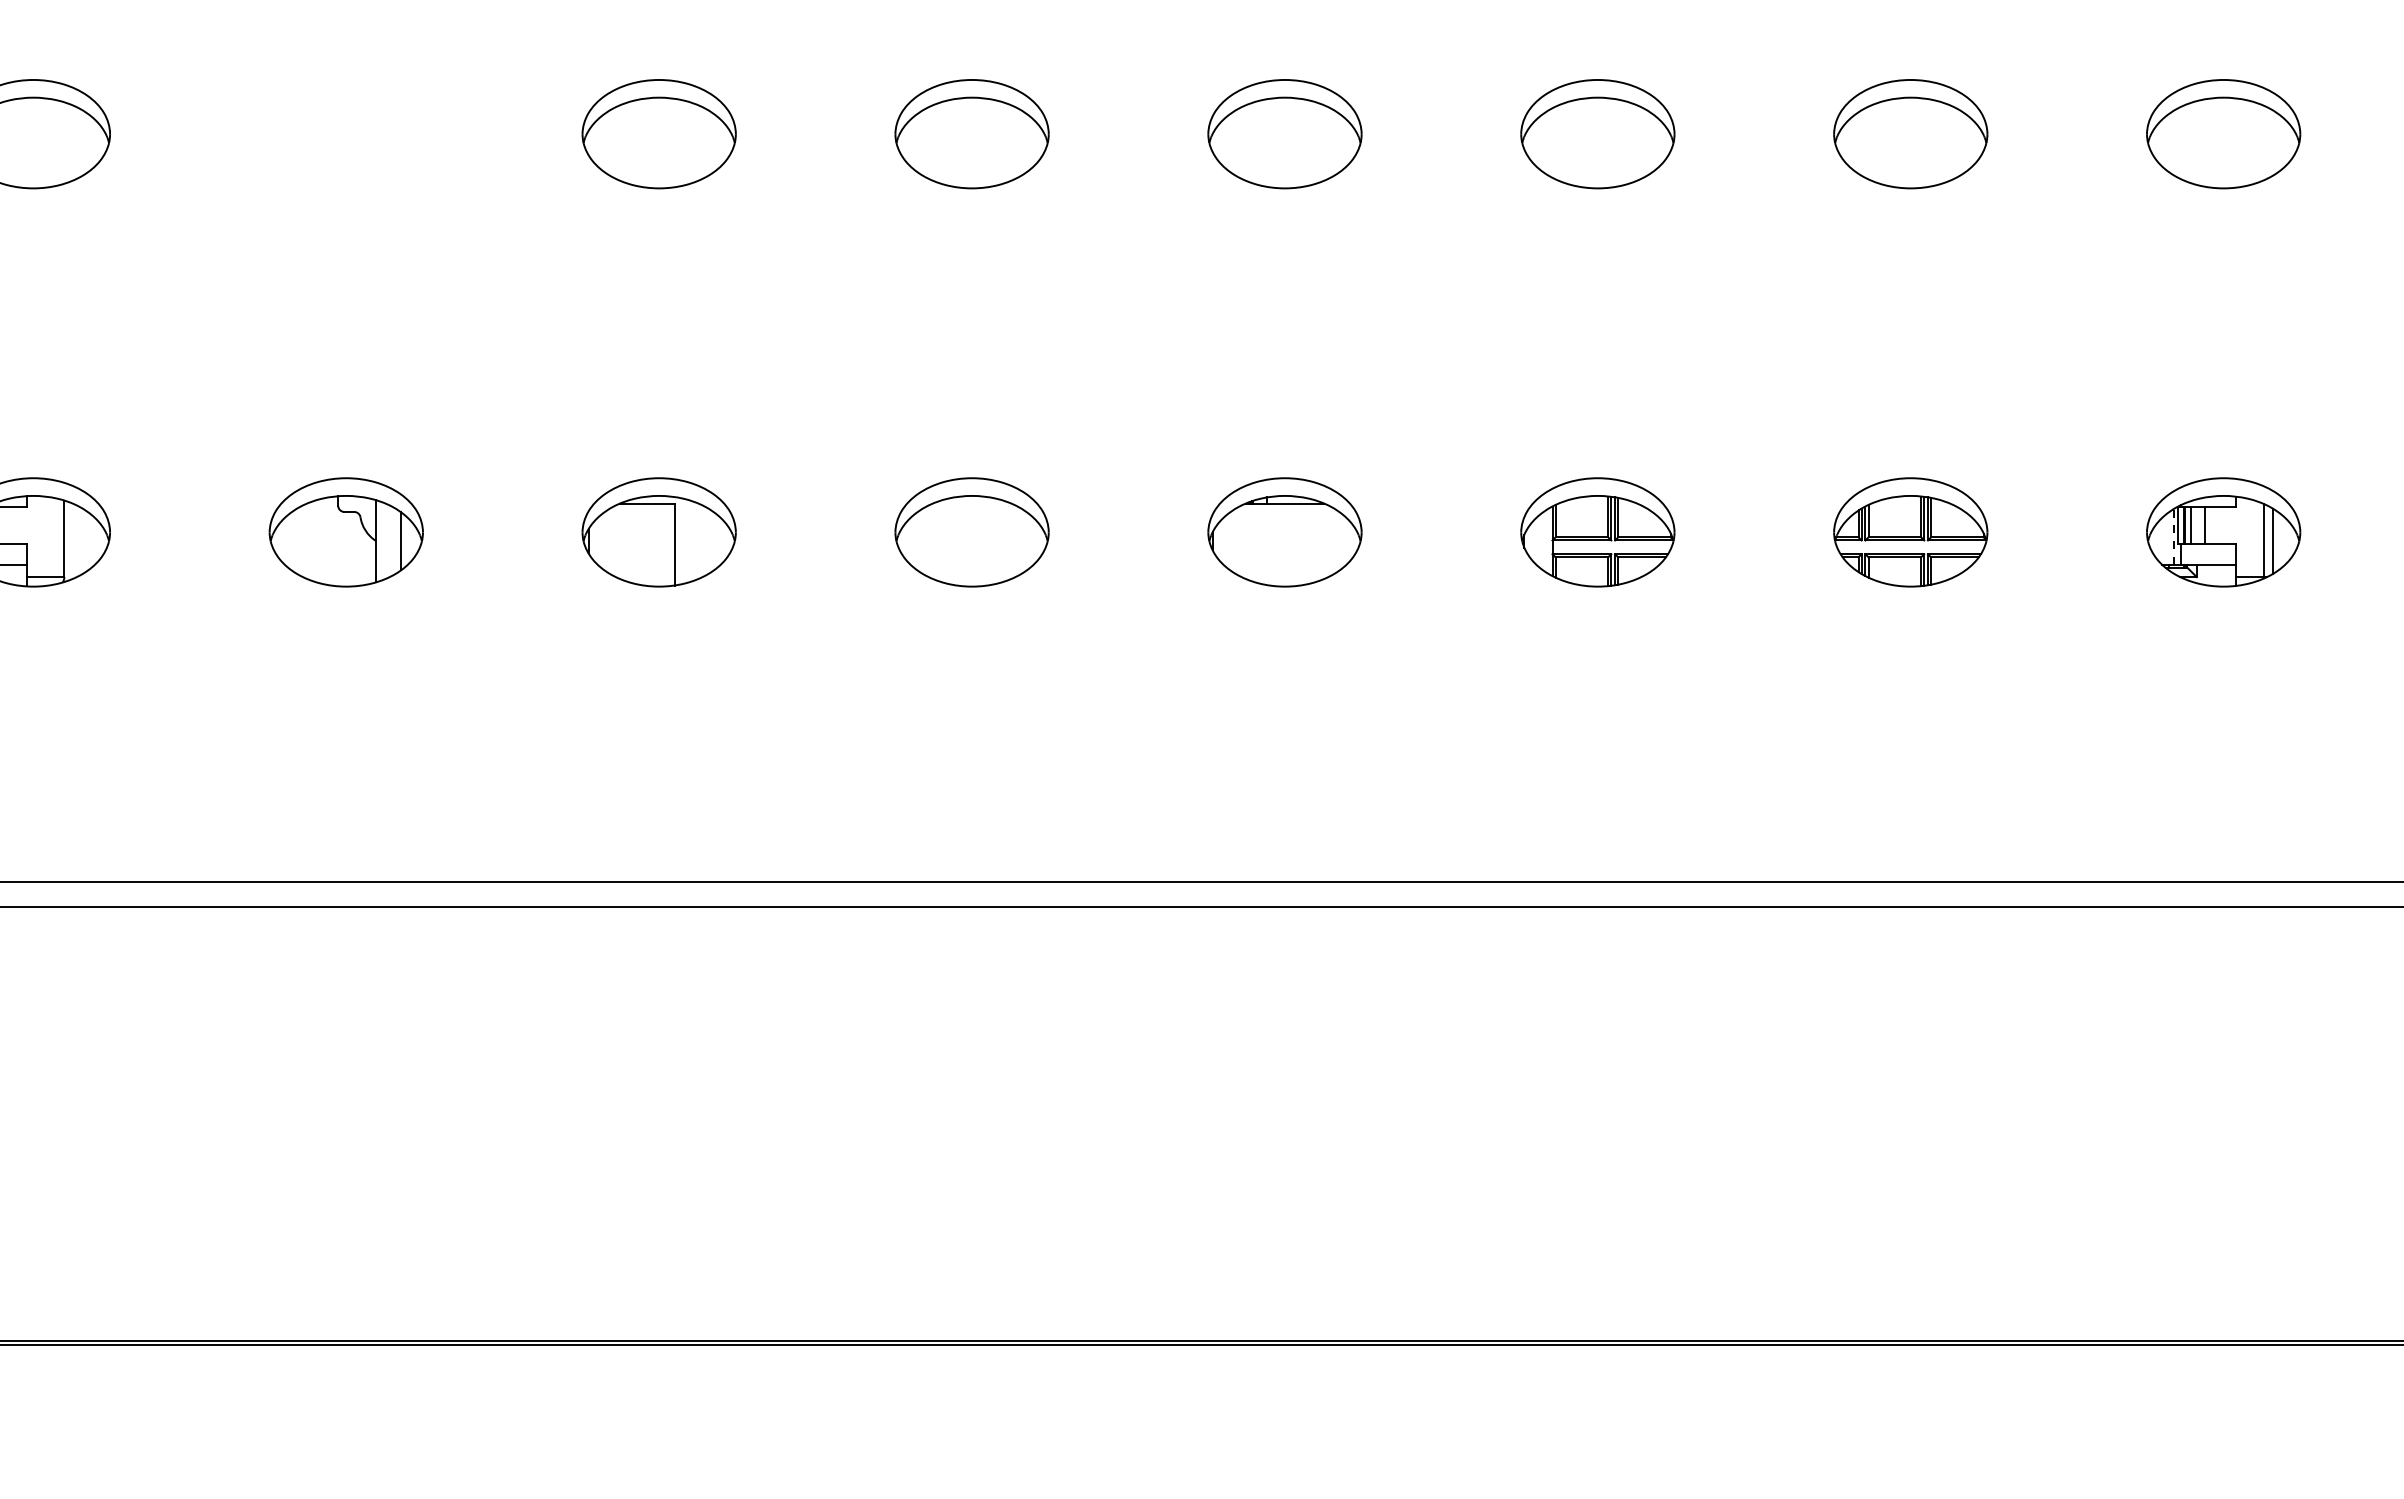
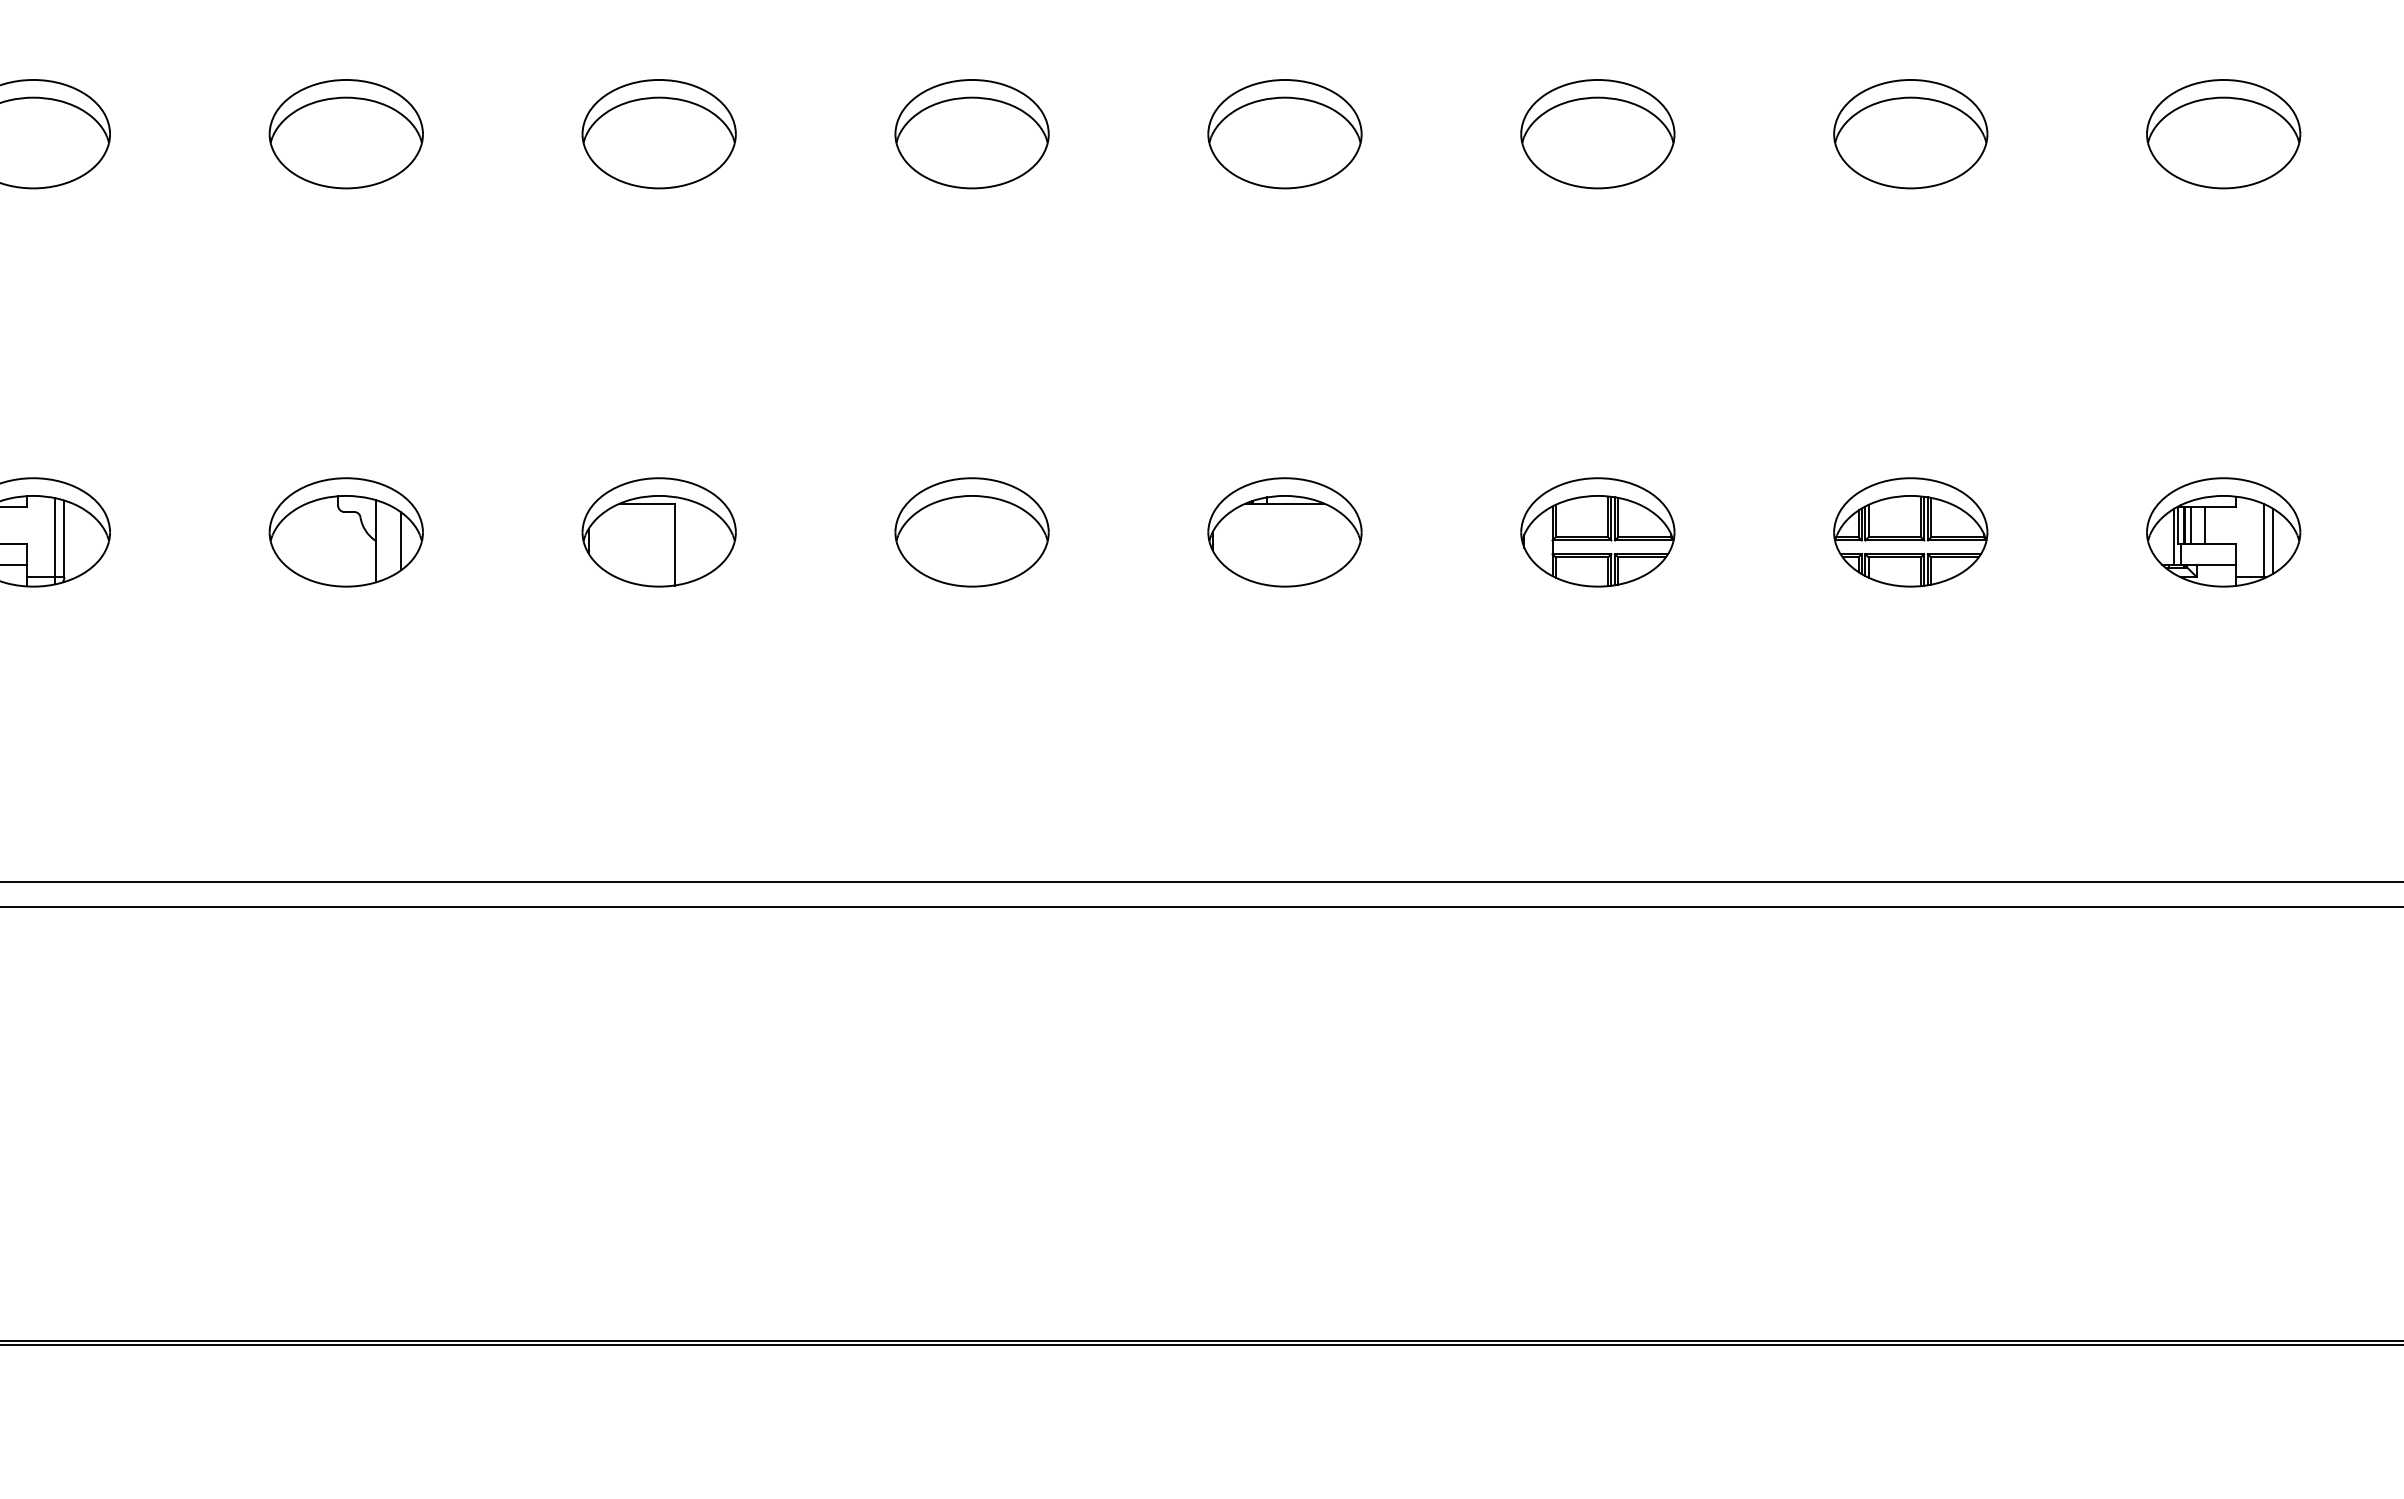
part at (345, 134): none -> present
line at (2173, 536): dashed -> solid
line at (55, 541): none -> present
